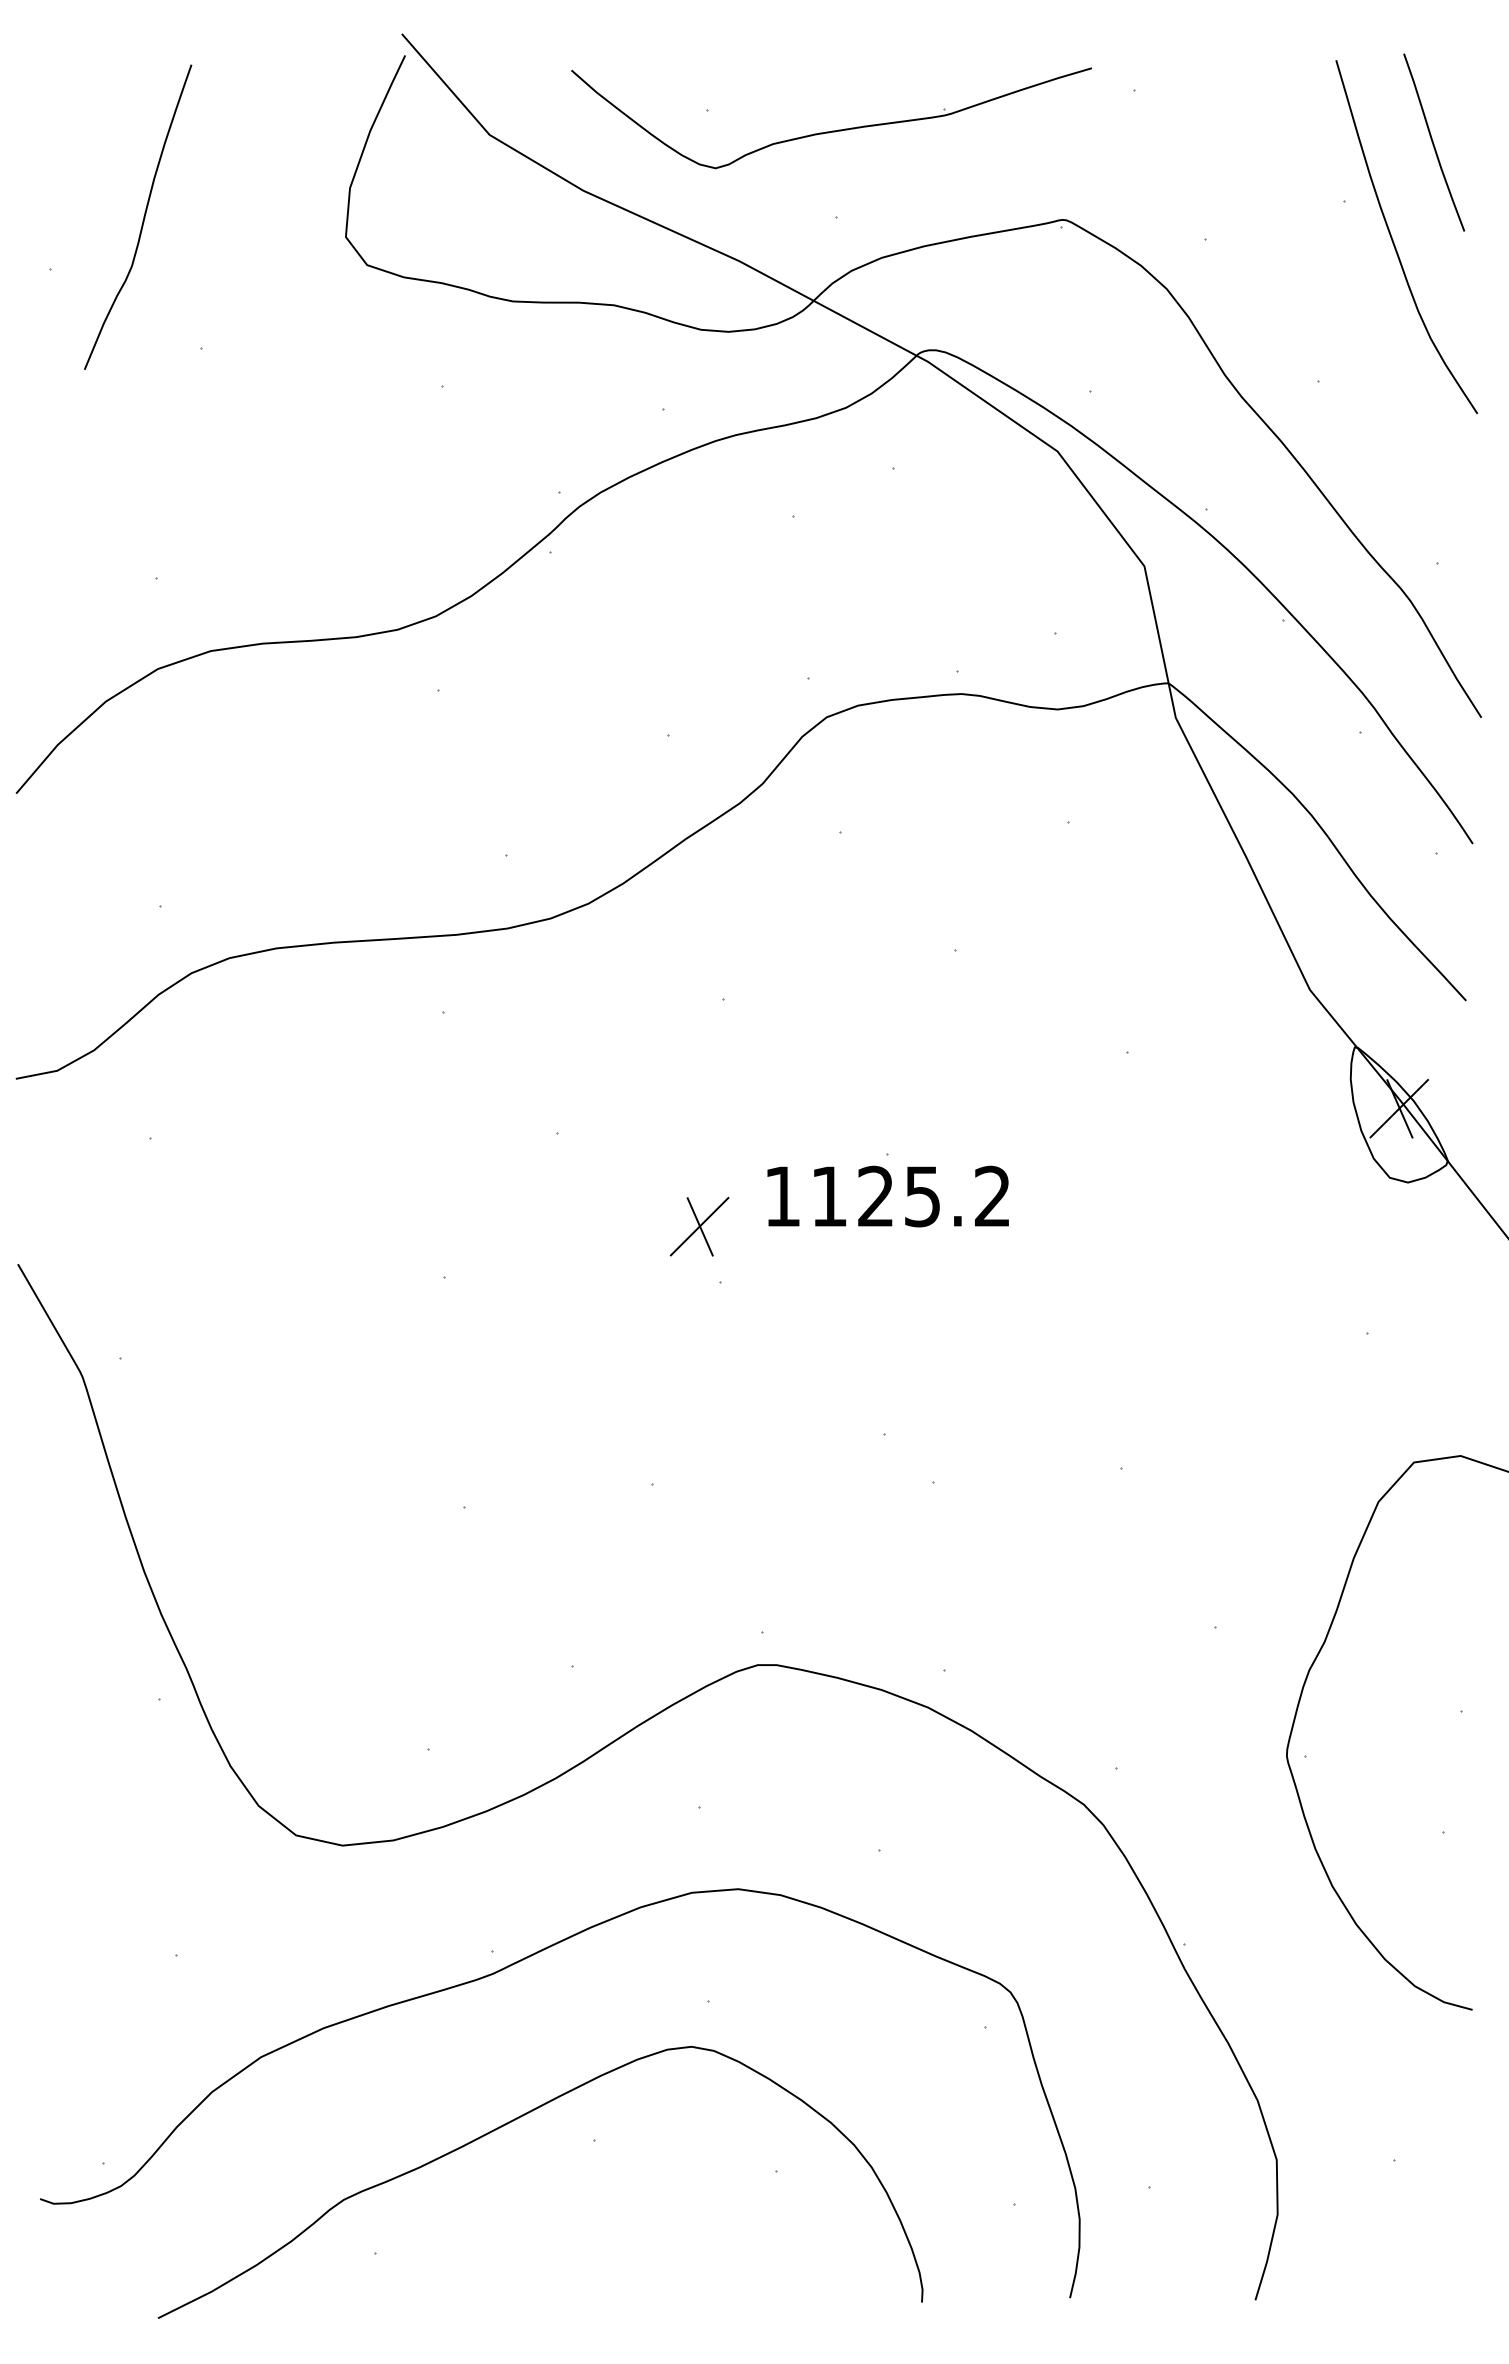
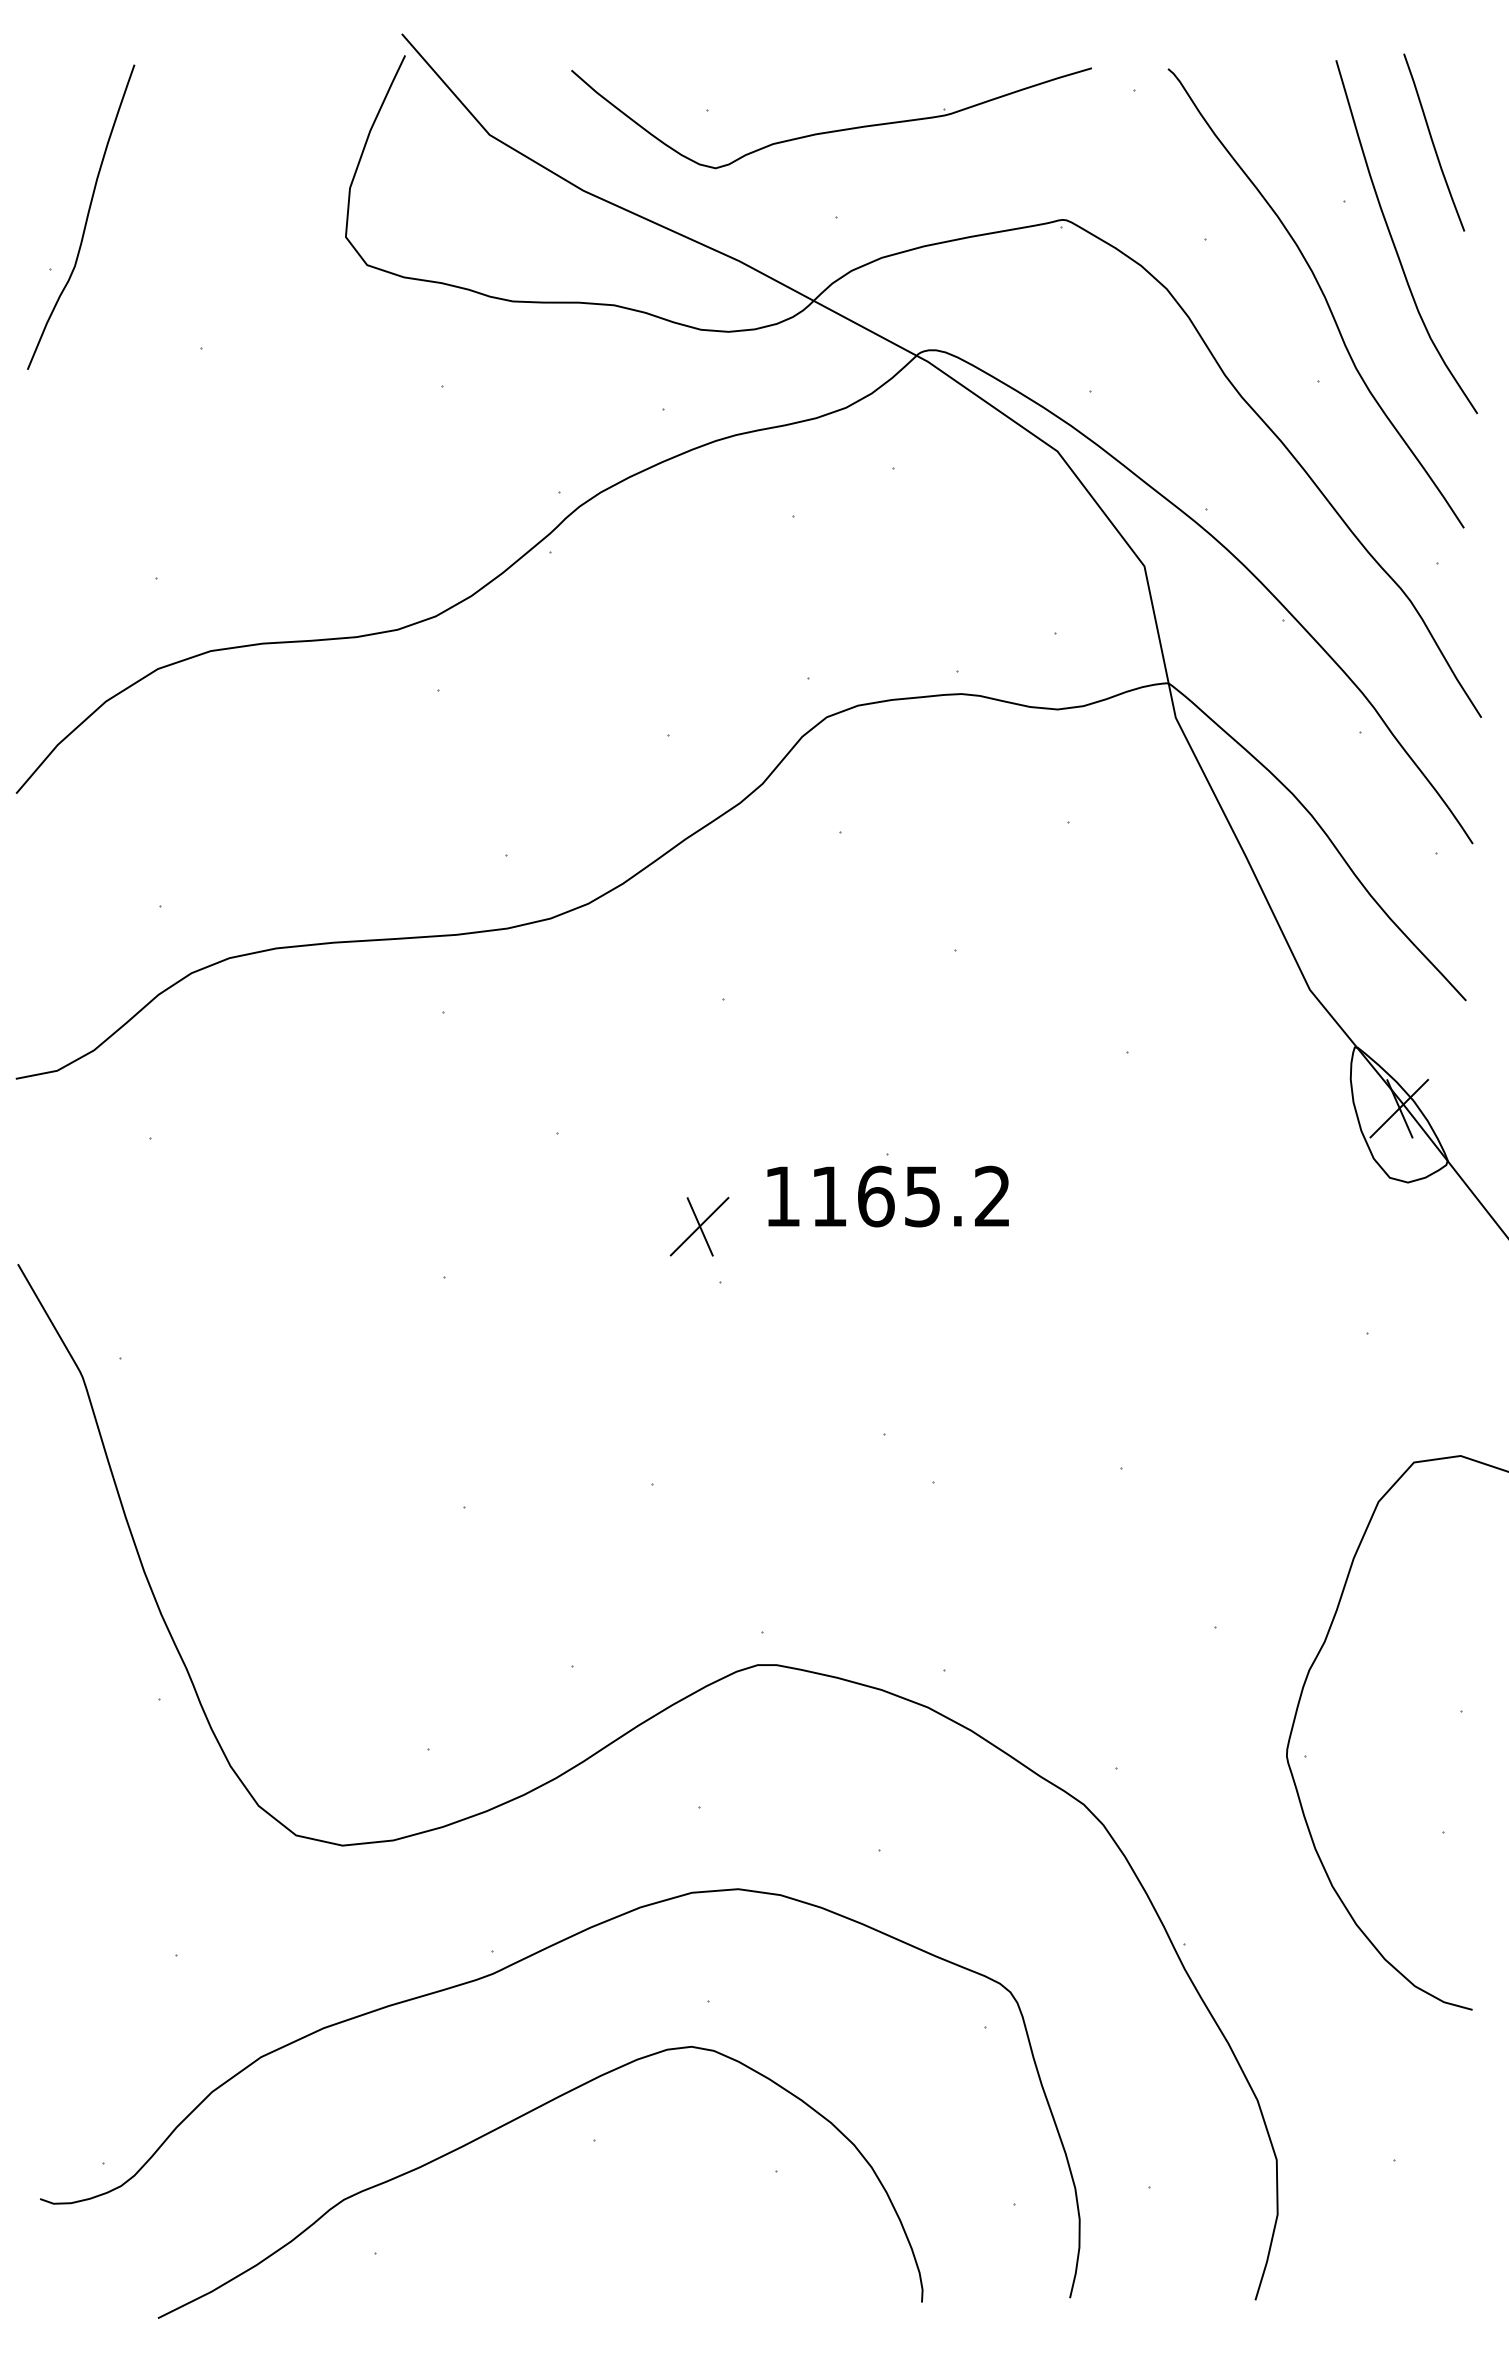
curve at (143, 216) position: (143, 216) -> (86, 216)
curve at (1322, 294): none -> present
text at (876, 1196): 1125.2 -> 1165.2
